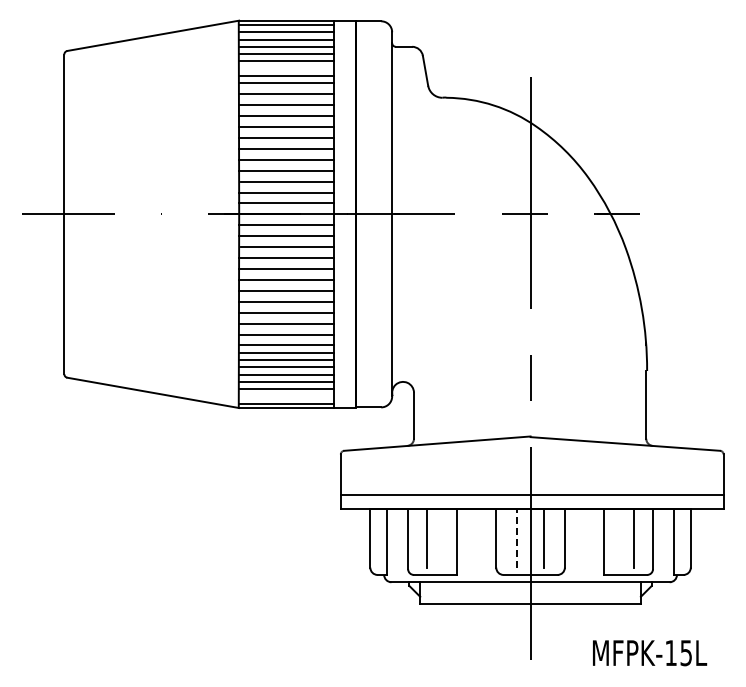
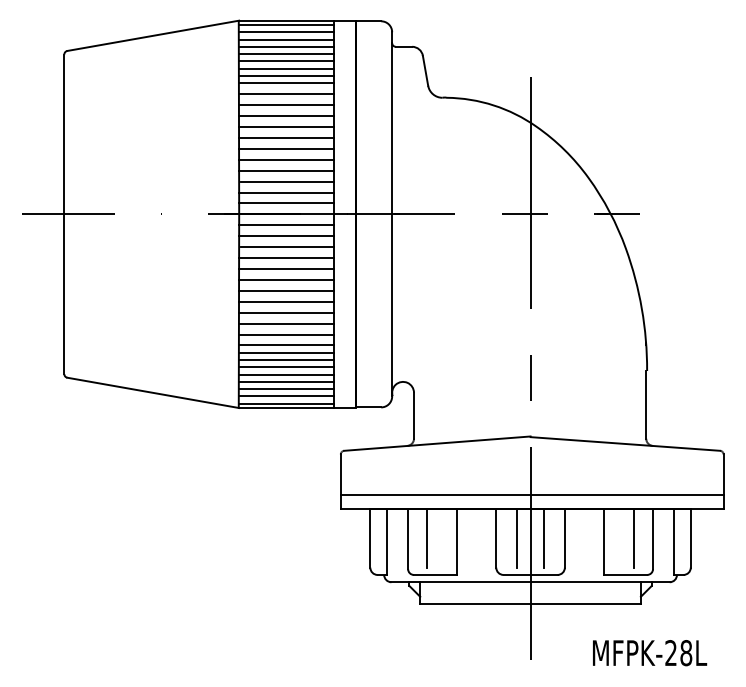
line at (286, 68): none -> present
line at (285, 396): none -> present
line at (517, 538): dashed -> solid
text at (678, 653): MFPK-15L -> MFPK-28L
